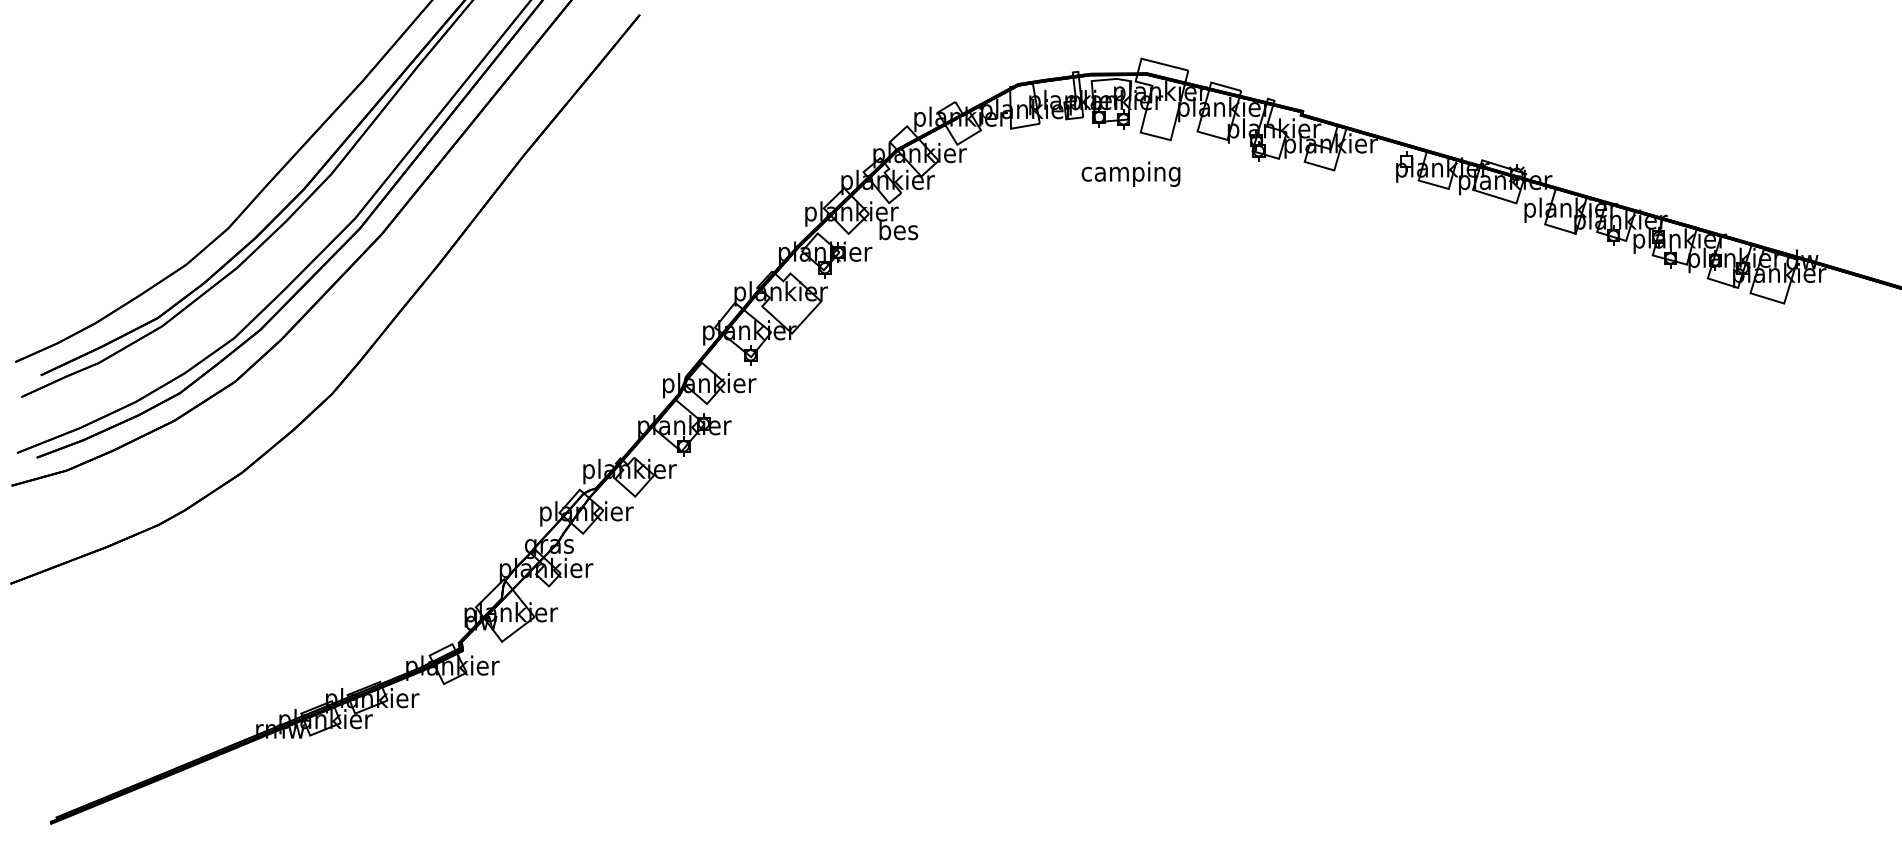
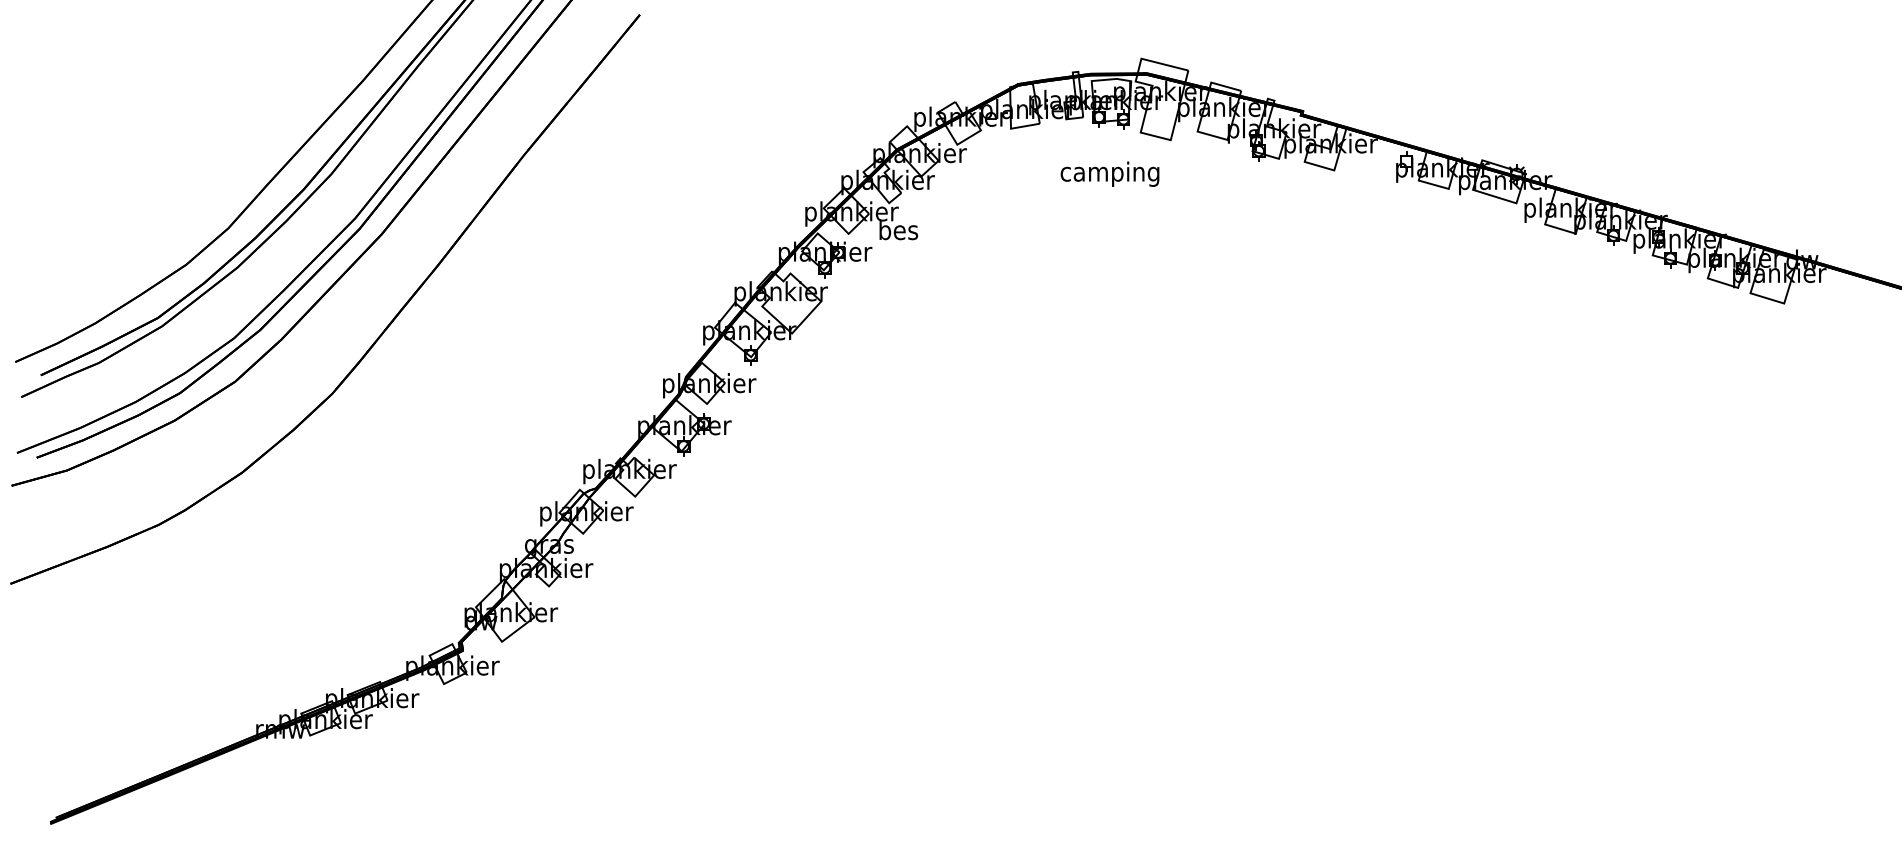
text at (1130, 173) position: (1130, 173) -> (1109, 173)
